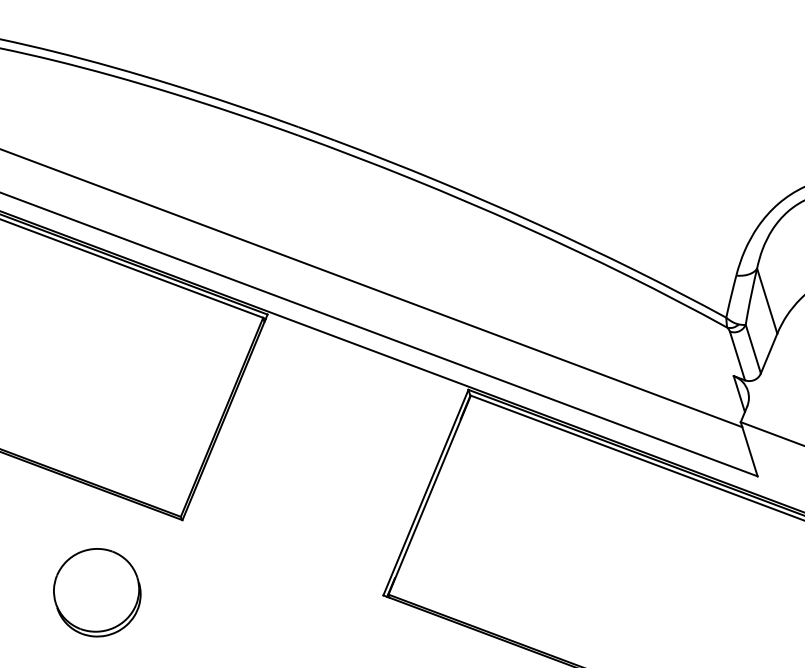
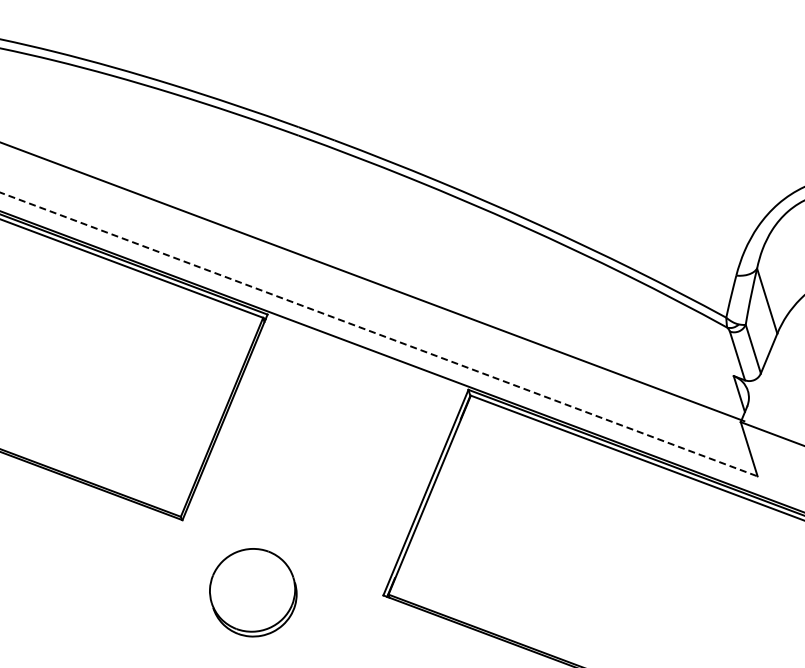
line at (372, 288) position: (372, 288) -> (373, 282)
line at (379, 334): solid -> dashed
part at (97, 592) position: (97, 592) -> (253, 592)
